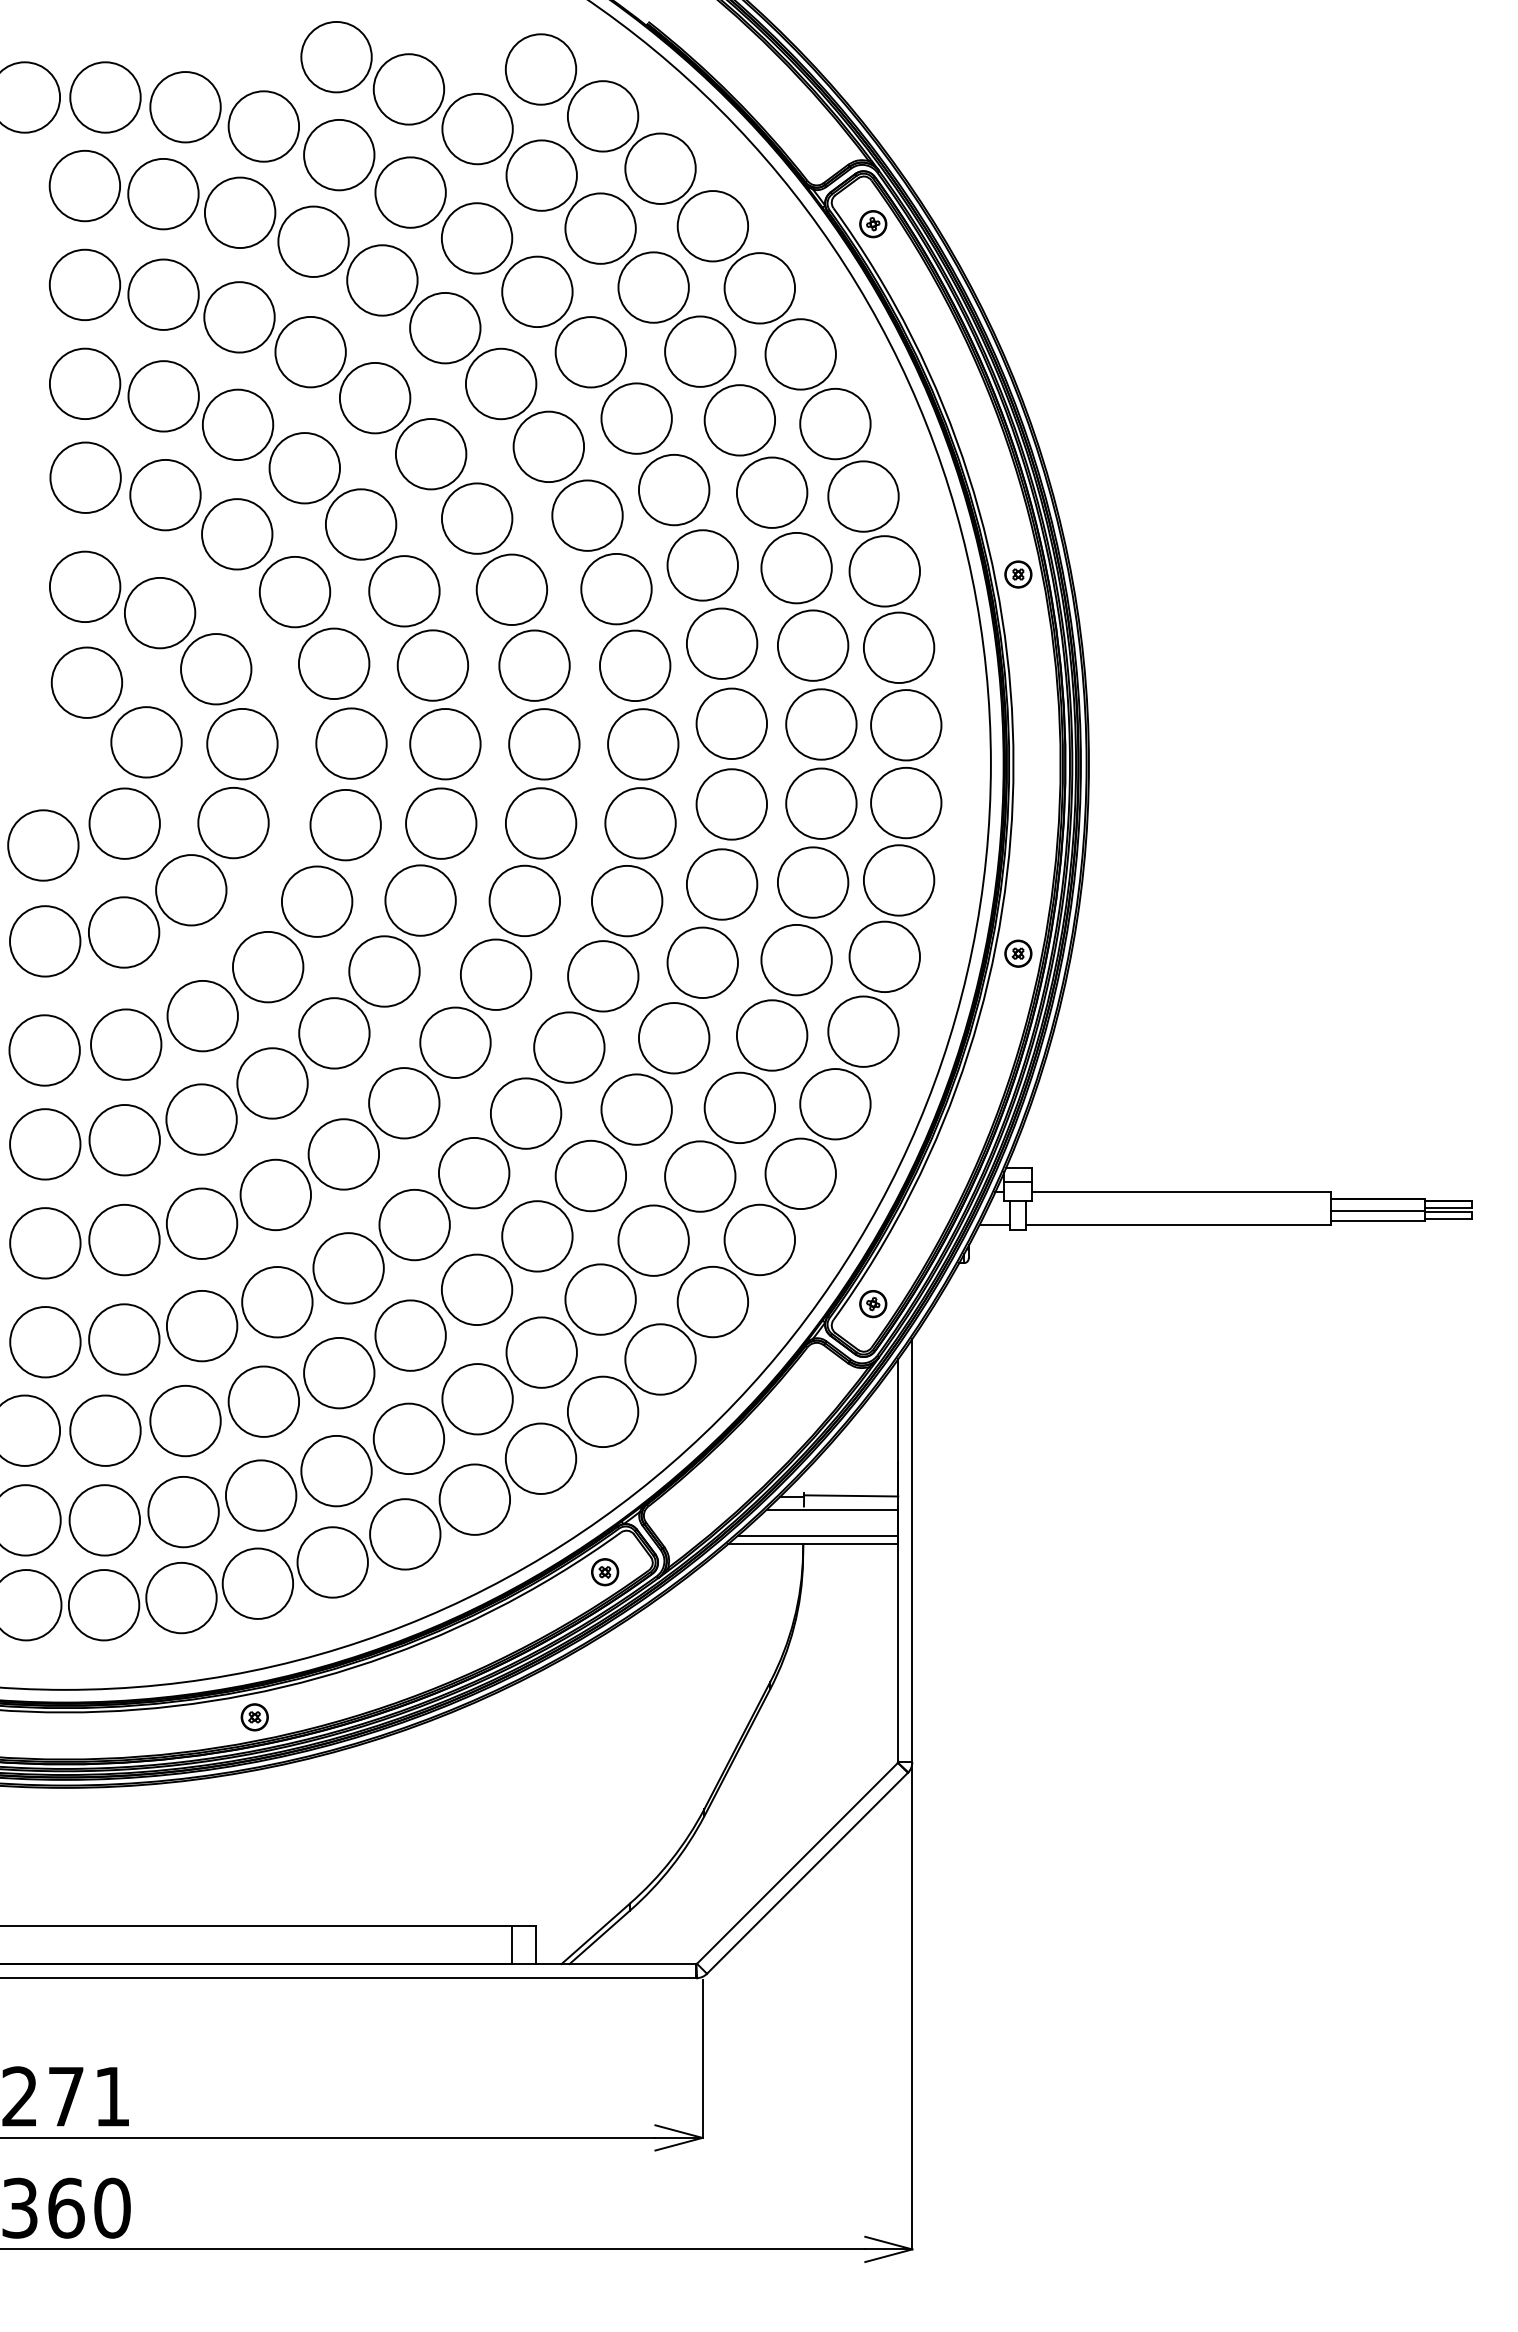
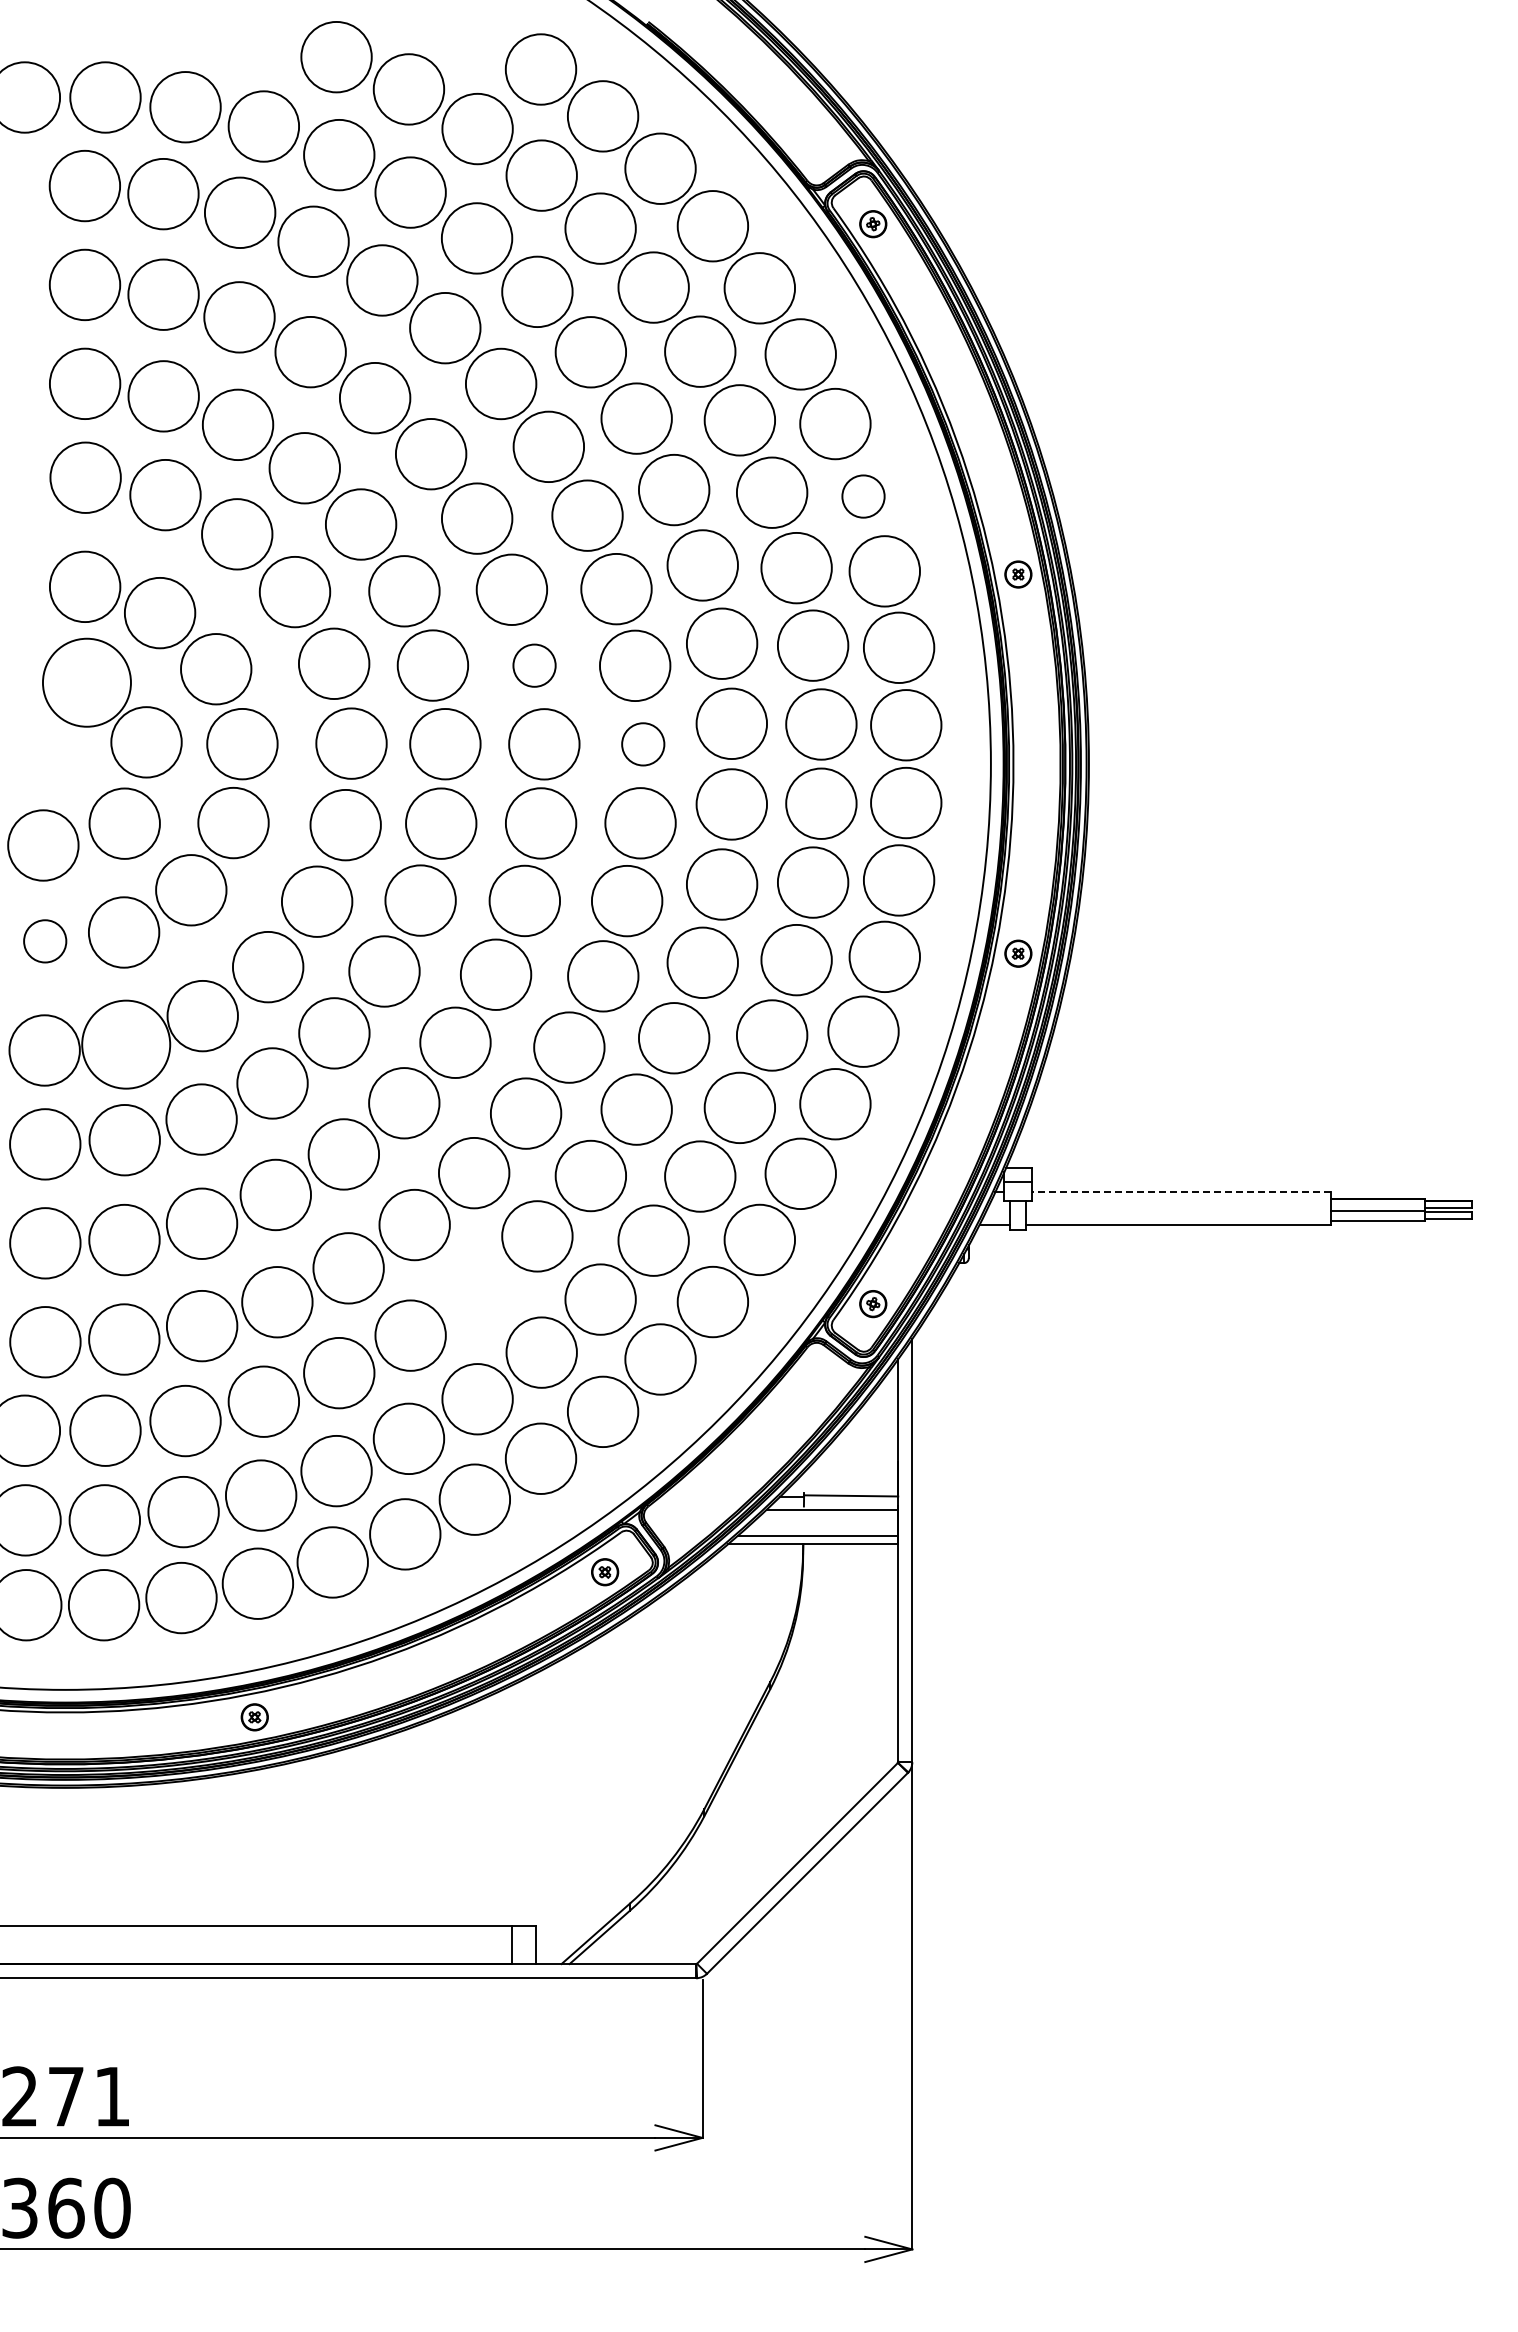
circle at (863, 496) diameter: 70 px -> 42 px
circle at (534, 665) diameter: 70 px -> 42 px
circle at (86, 682) diameter: 70 px -> 88 px
circle at (643, 744) diameter: 70 px -> 42 px
circle at (45, 941) diameter: 70 px -> 42 px
circle at (126, 1044) diameter: 70 px -> 88 px
line at (1181, 1192): solid -> dashed
circle at (477, 1289): present -> none
